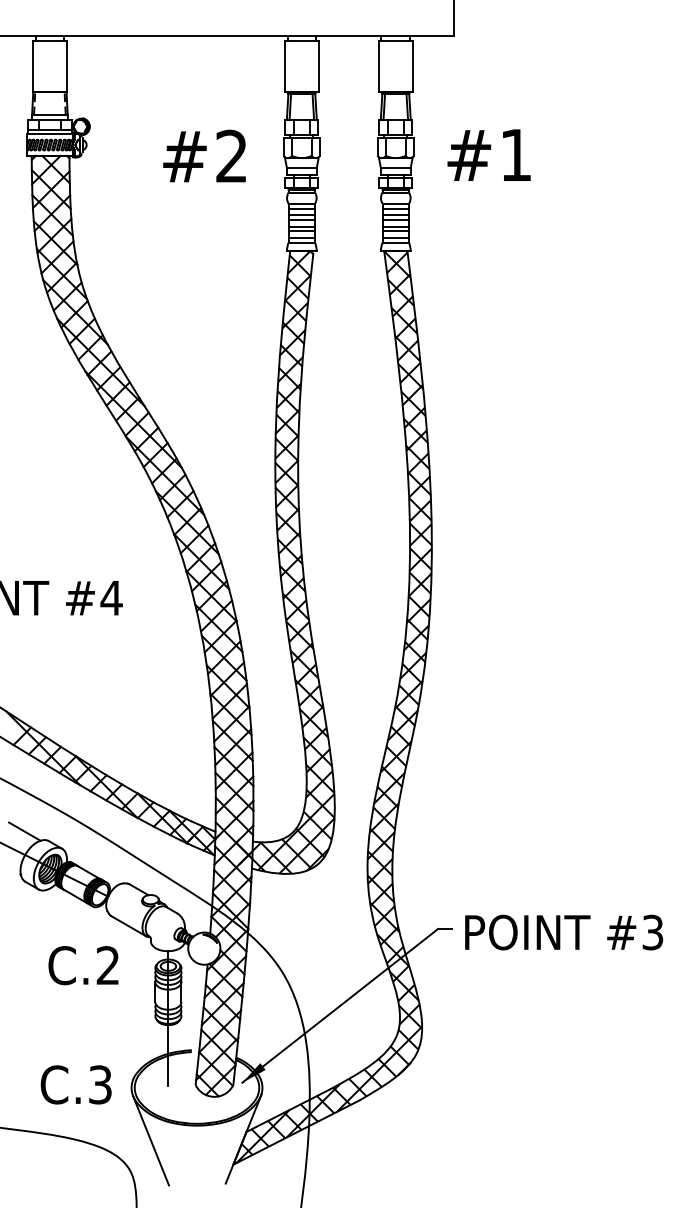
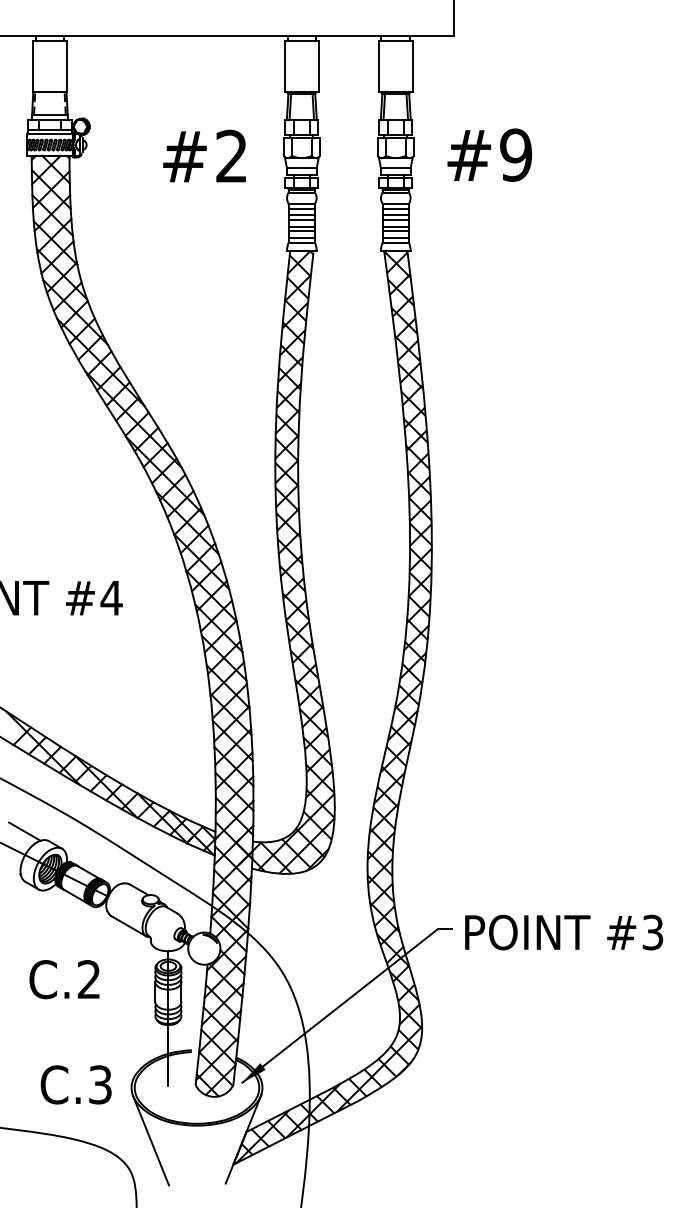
text at (516, 154): #1 -> #9
text at (83, 965) position: (83, 965) -> (64, 979)
